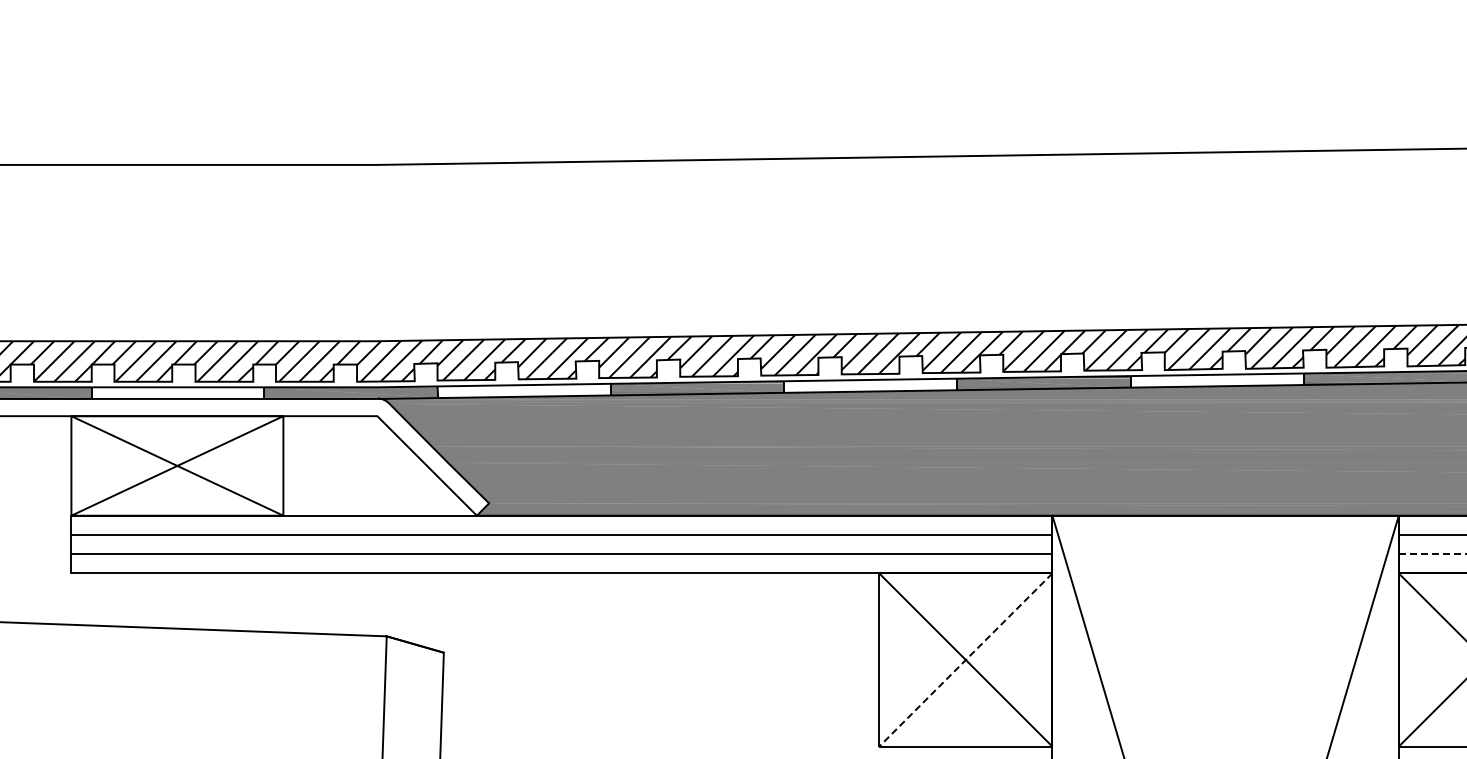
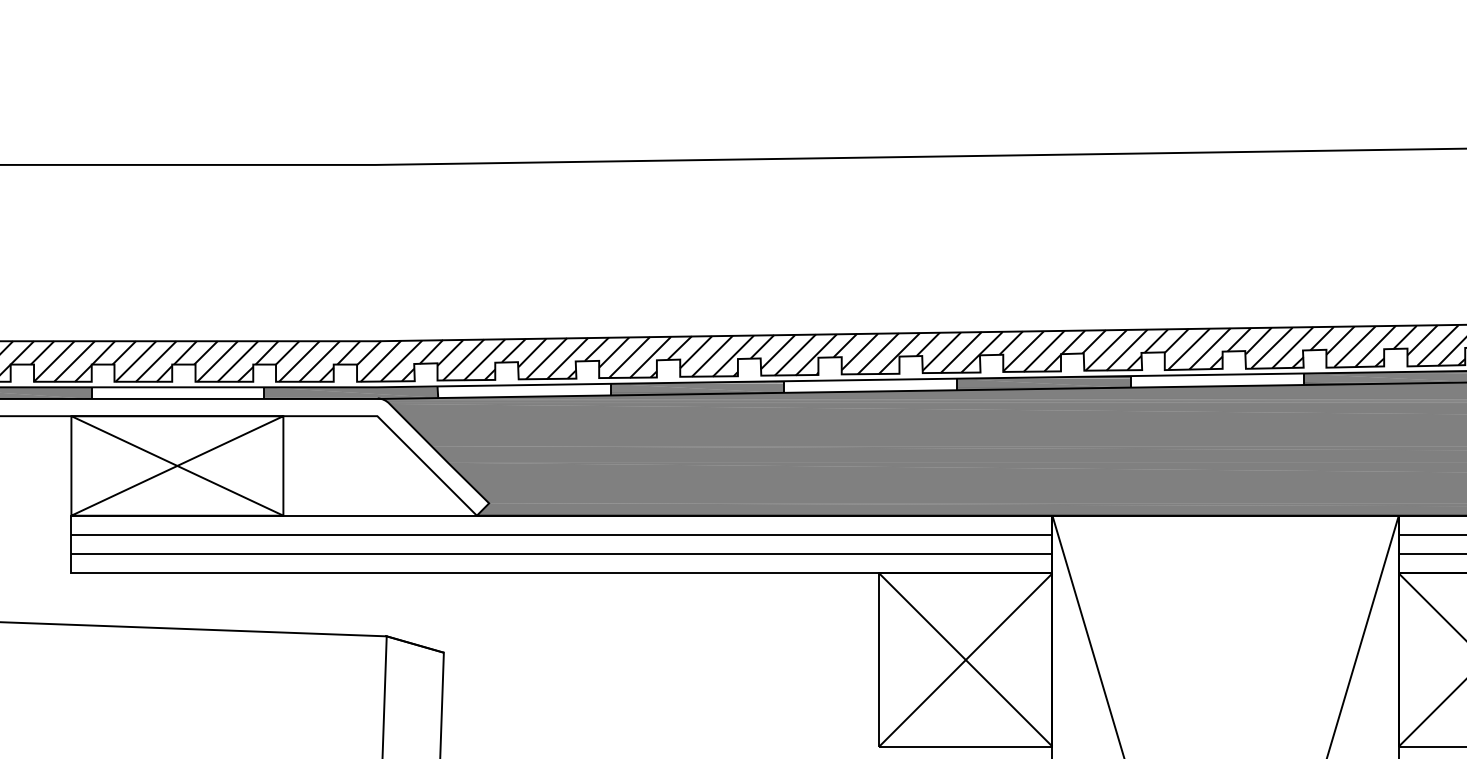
line at (1432, 554): dashed -> solid
line at (965, 660): dashed -> solid
